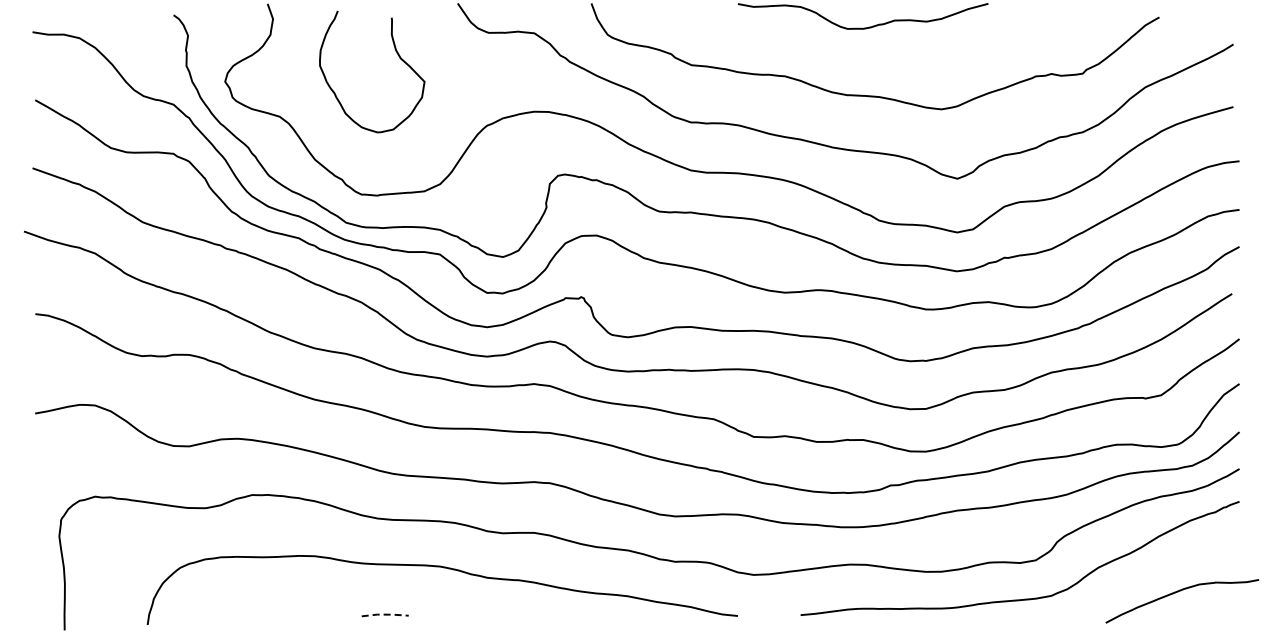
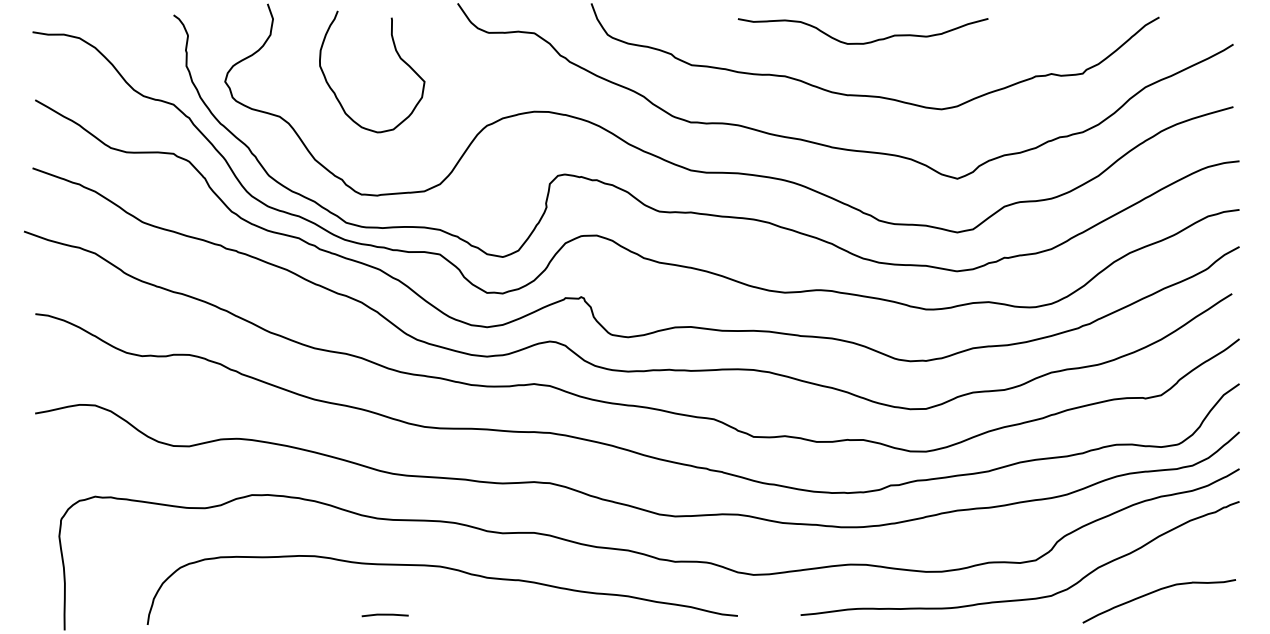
curve at (861, 27) position: (861, 27) -> (861, 42)
curve at (1178, 592) position: (1178, 592) -> (1155, 592)
line at (385, 614): dashed -> solid
